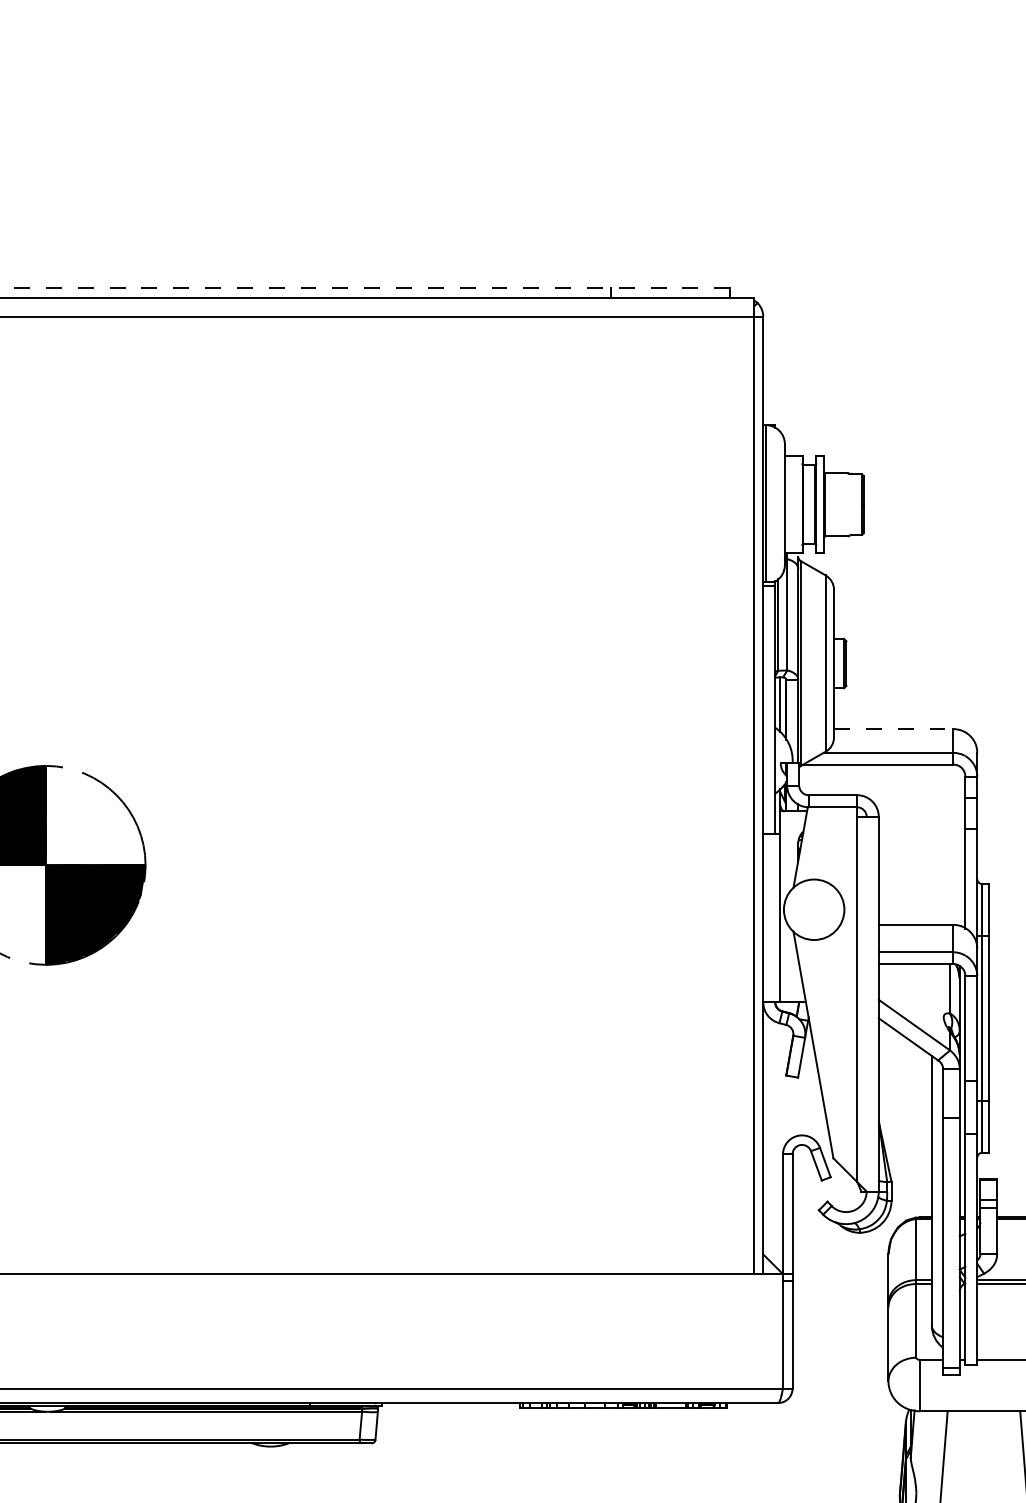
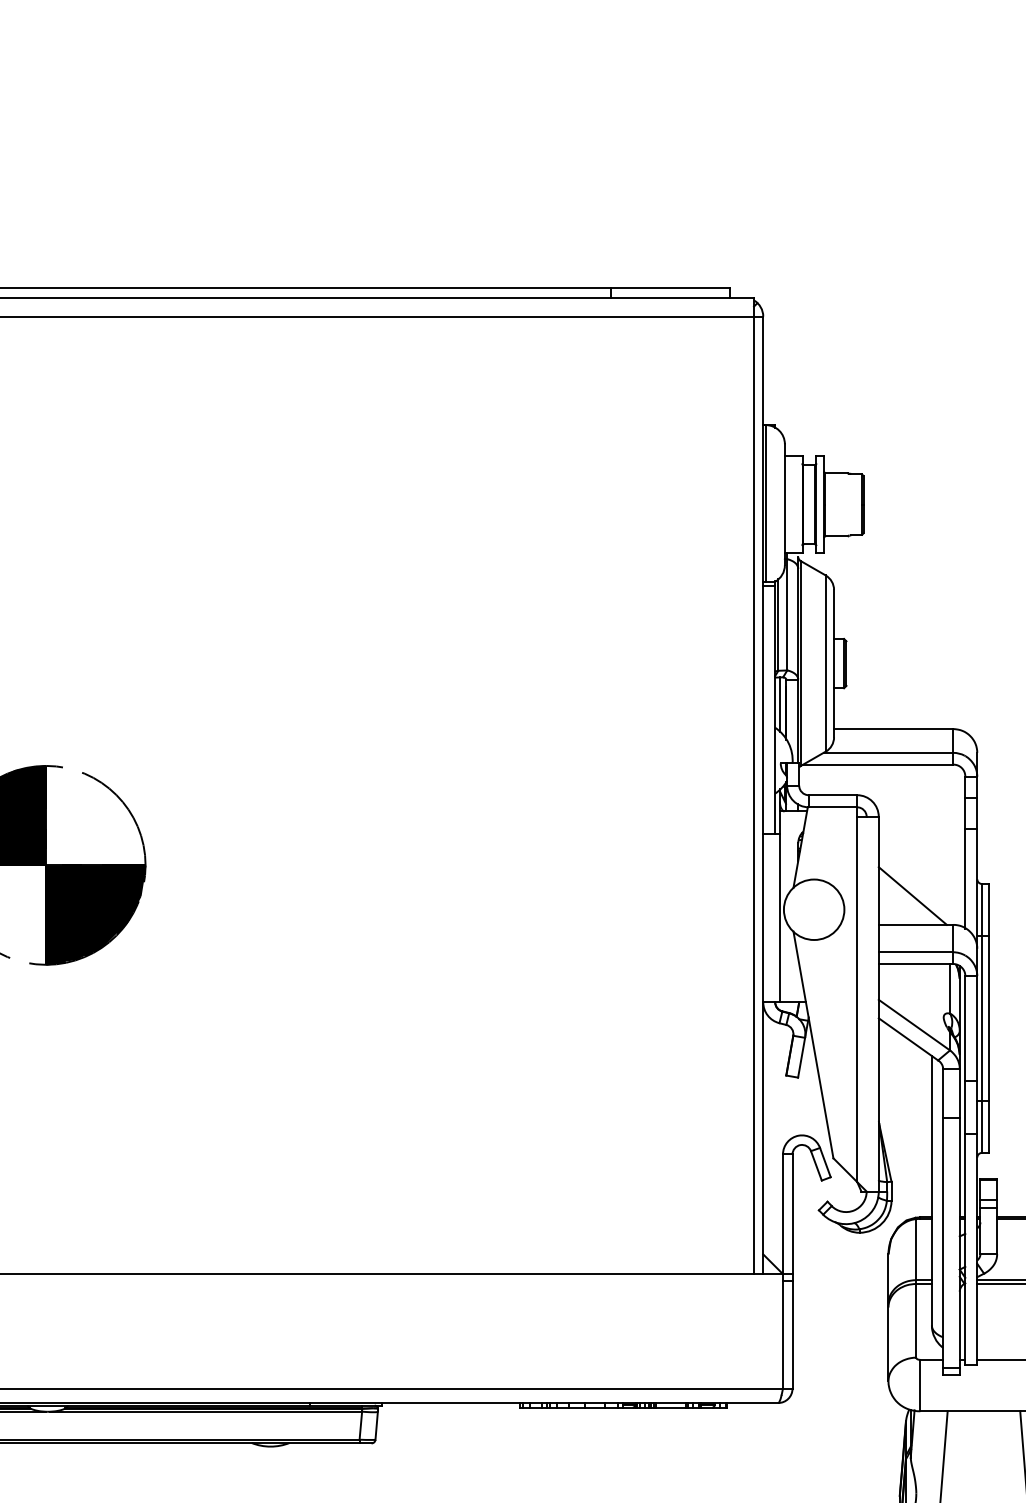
line at (365, 287): dashed -> solid
line at (893, 729): dashed -> solid
line at (912, 895): none -> present
